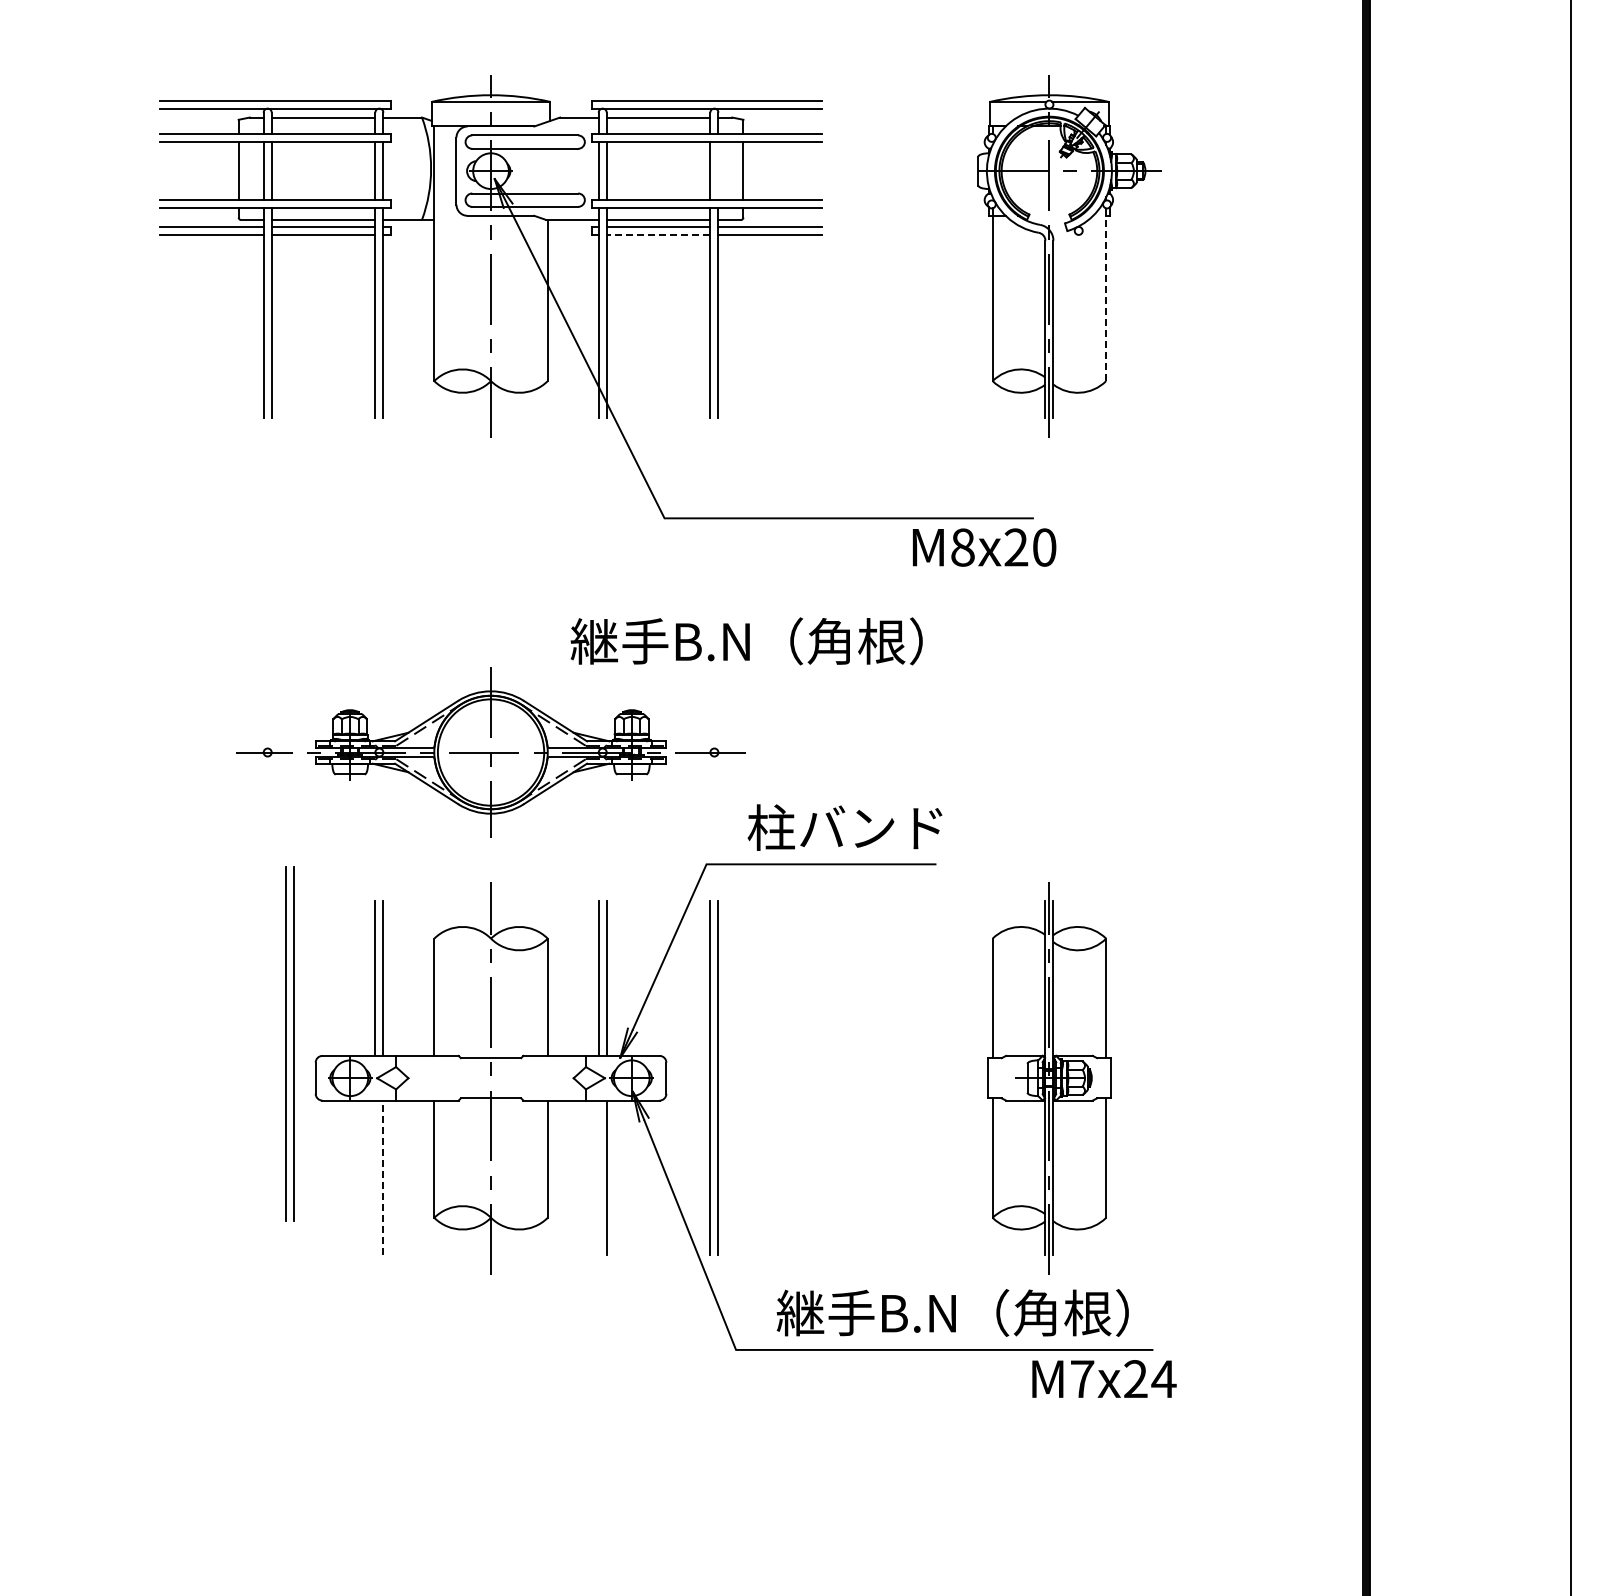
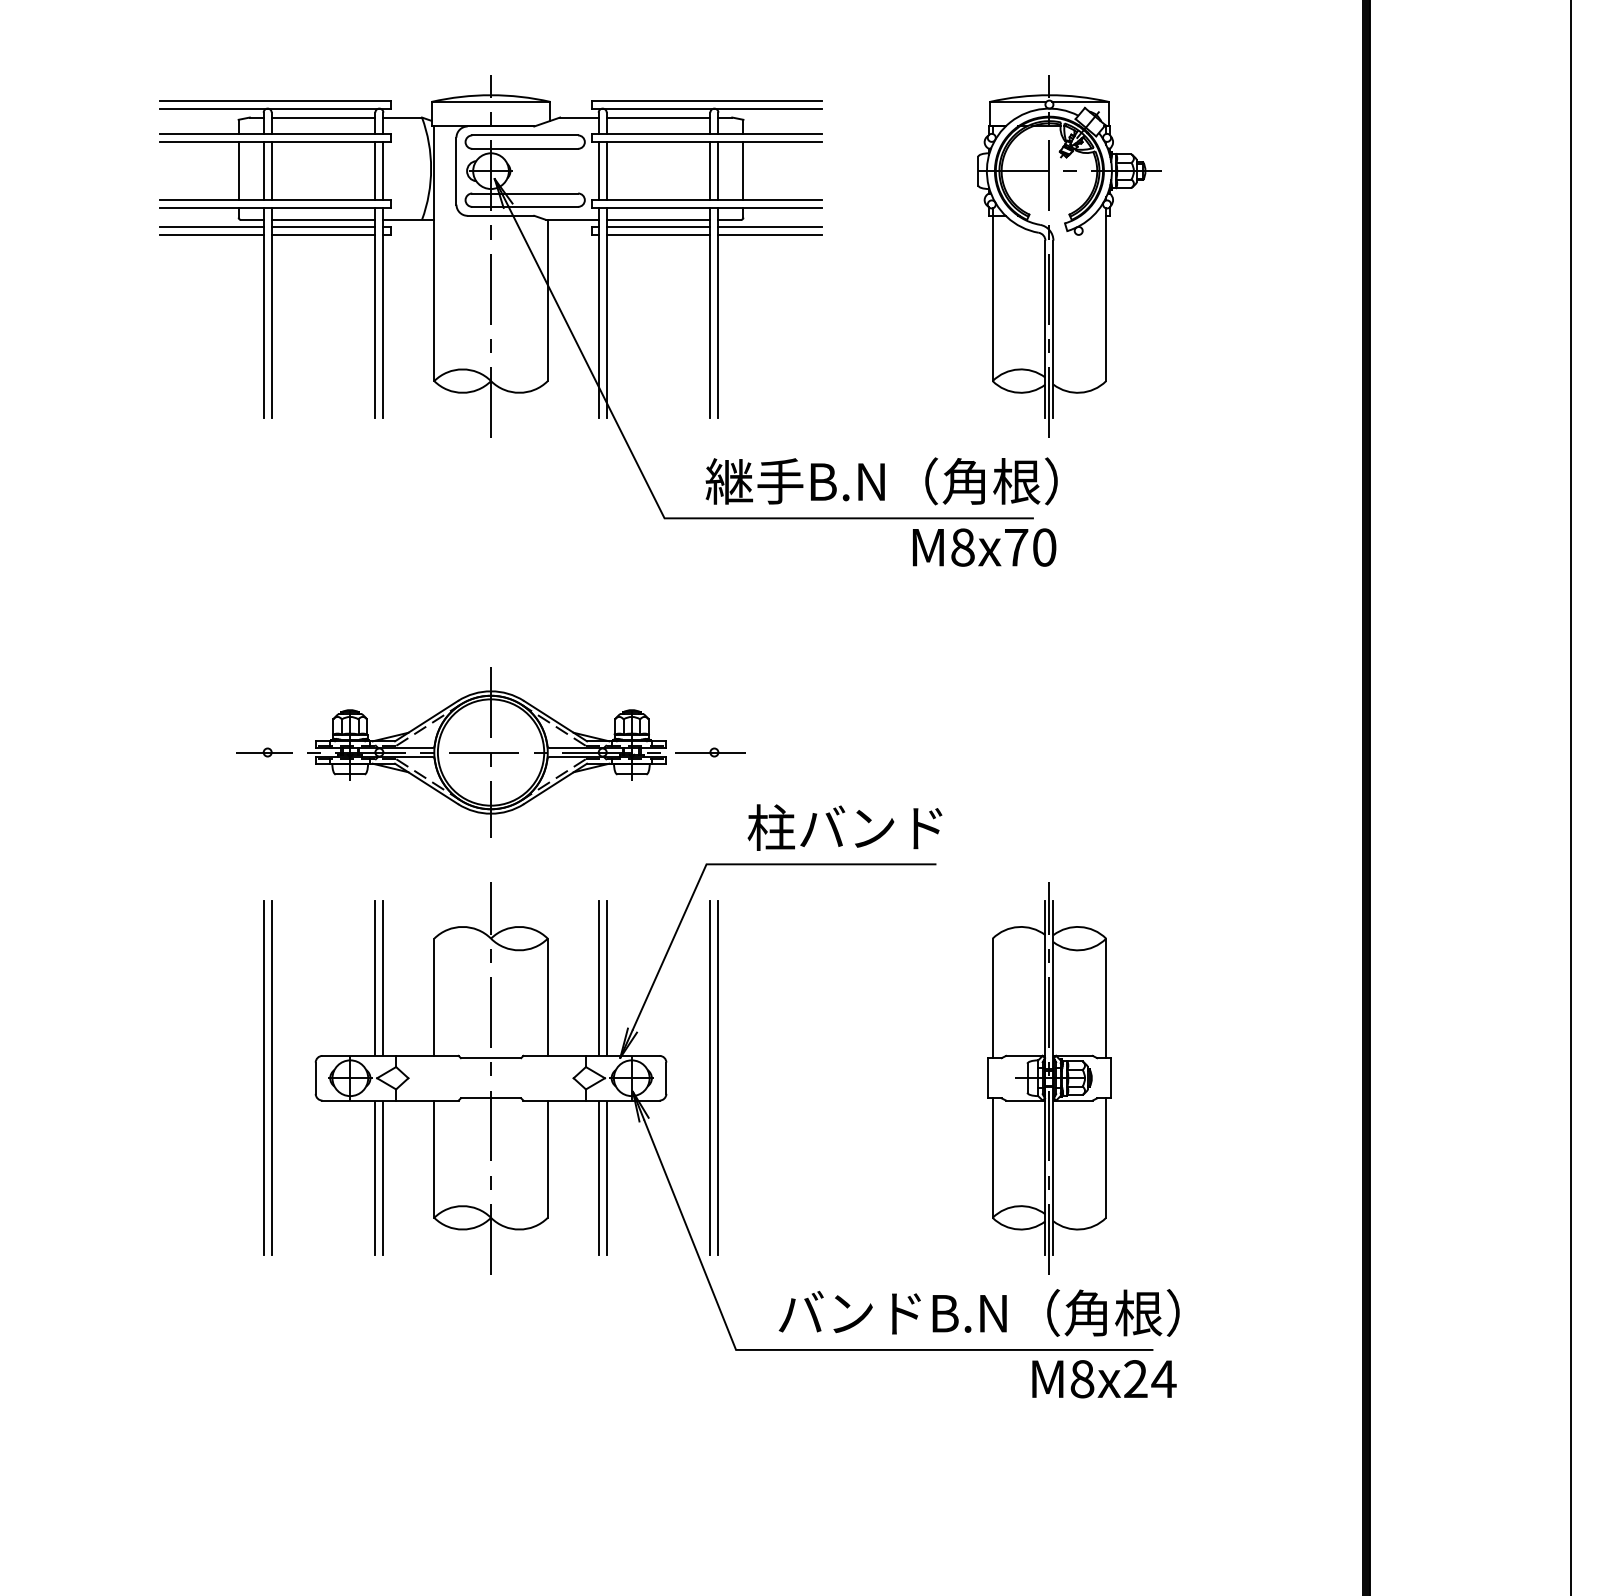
line at (718, 170): none -> present
line at (658, 234): dashed -> solid
line at (1106, 294): dashed -> solid
text at (1016, 547): M8x20 -> M8x70
text at (746, 641) position: (746, 641) -> (881, 481)
part at (289, 1043) position: (289, 1043) -> (267, 1077)
line at (375, 1178): none -> present
line at (383, 1178): dashed -> solid
line at (598, 1178): none -> present
text at (977, 1312): 継手B.N（角根） -> バンドB.N（角根）
text at (1082, 1379): M7x24 -> M8x24
